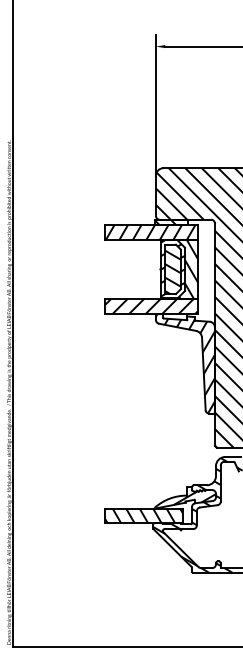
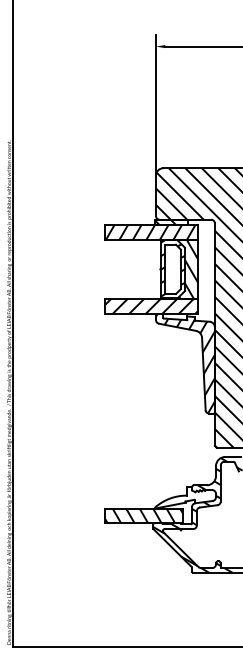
hatch at (172, 272): present -> none
hatch at (194, 497): present -> none
